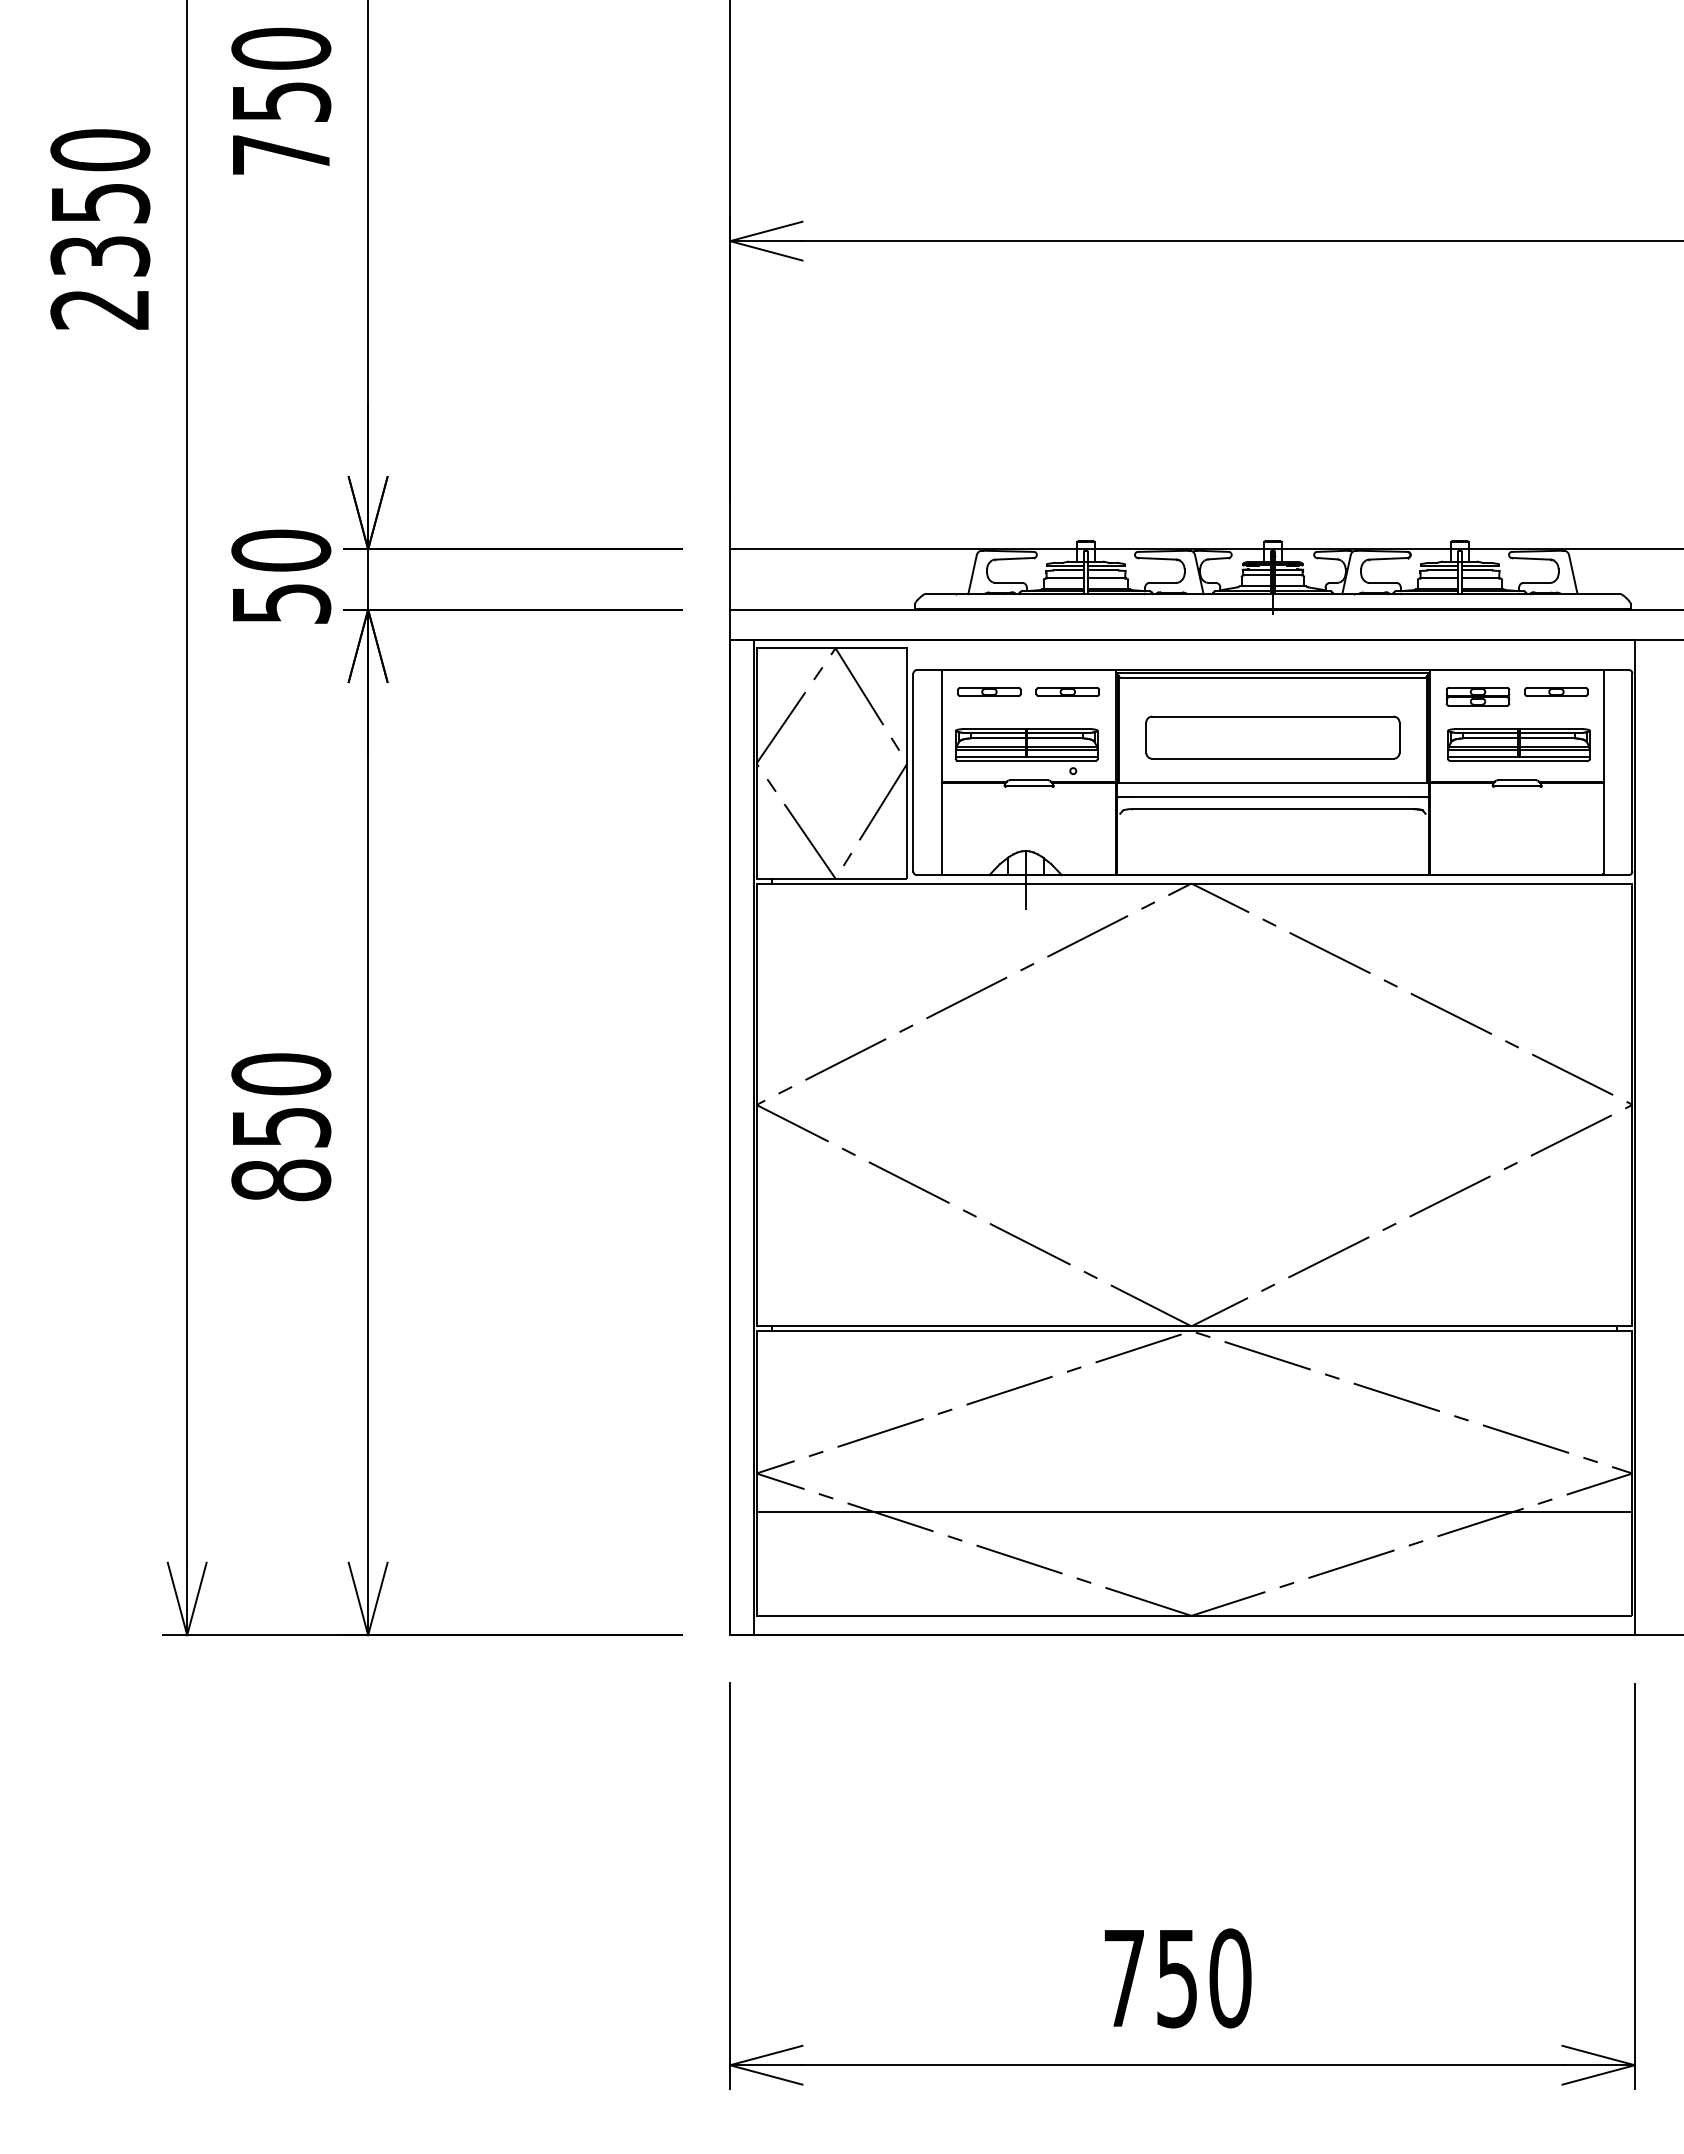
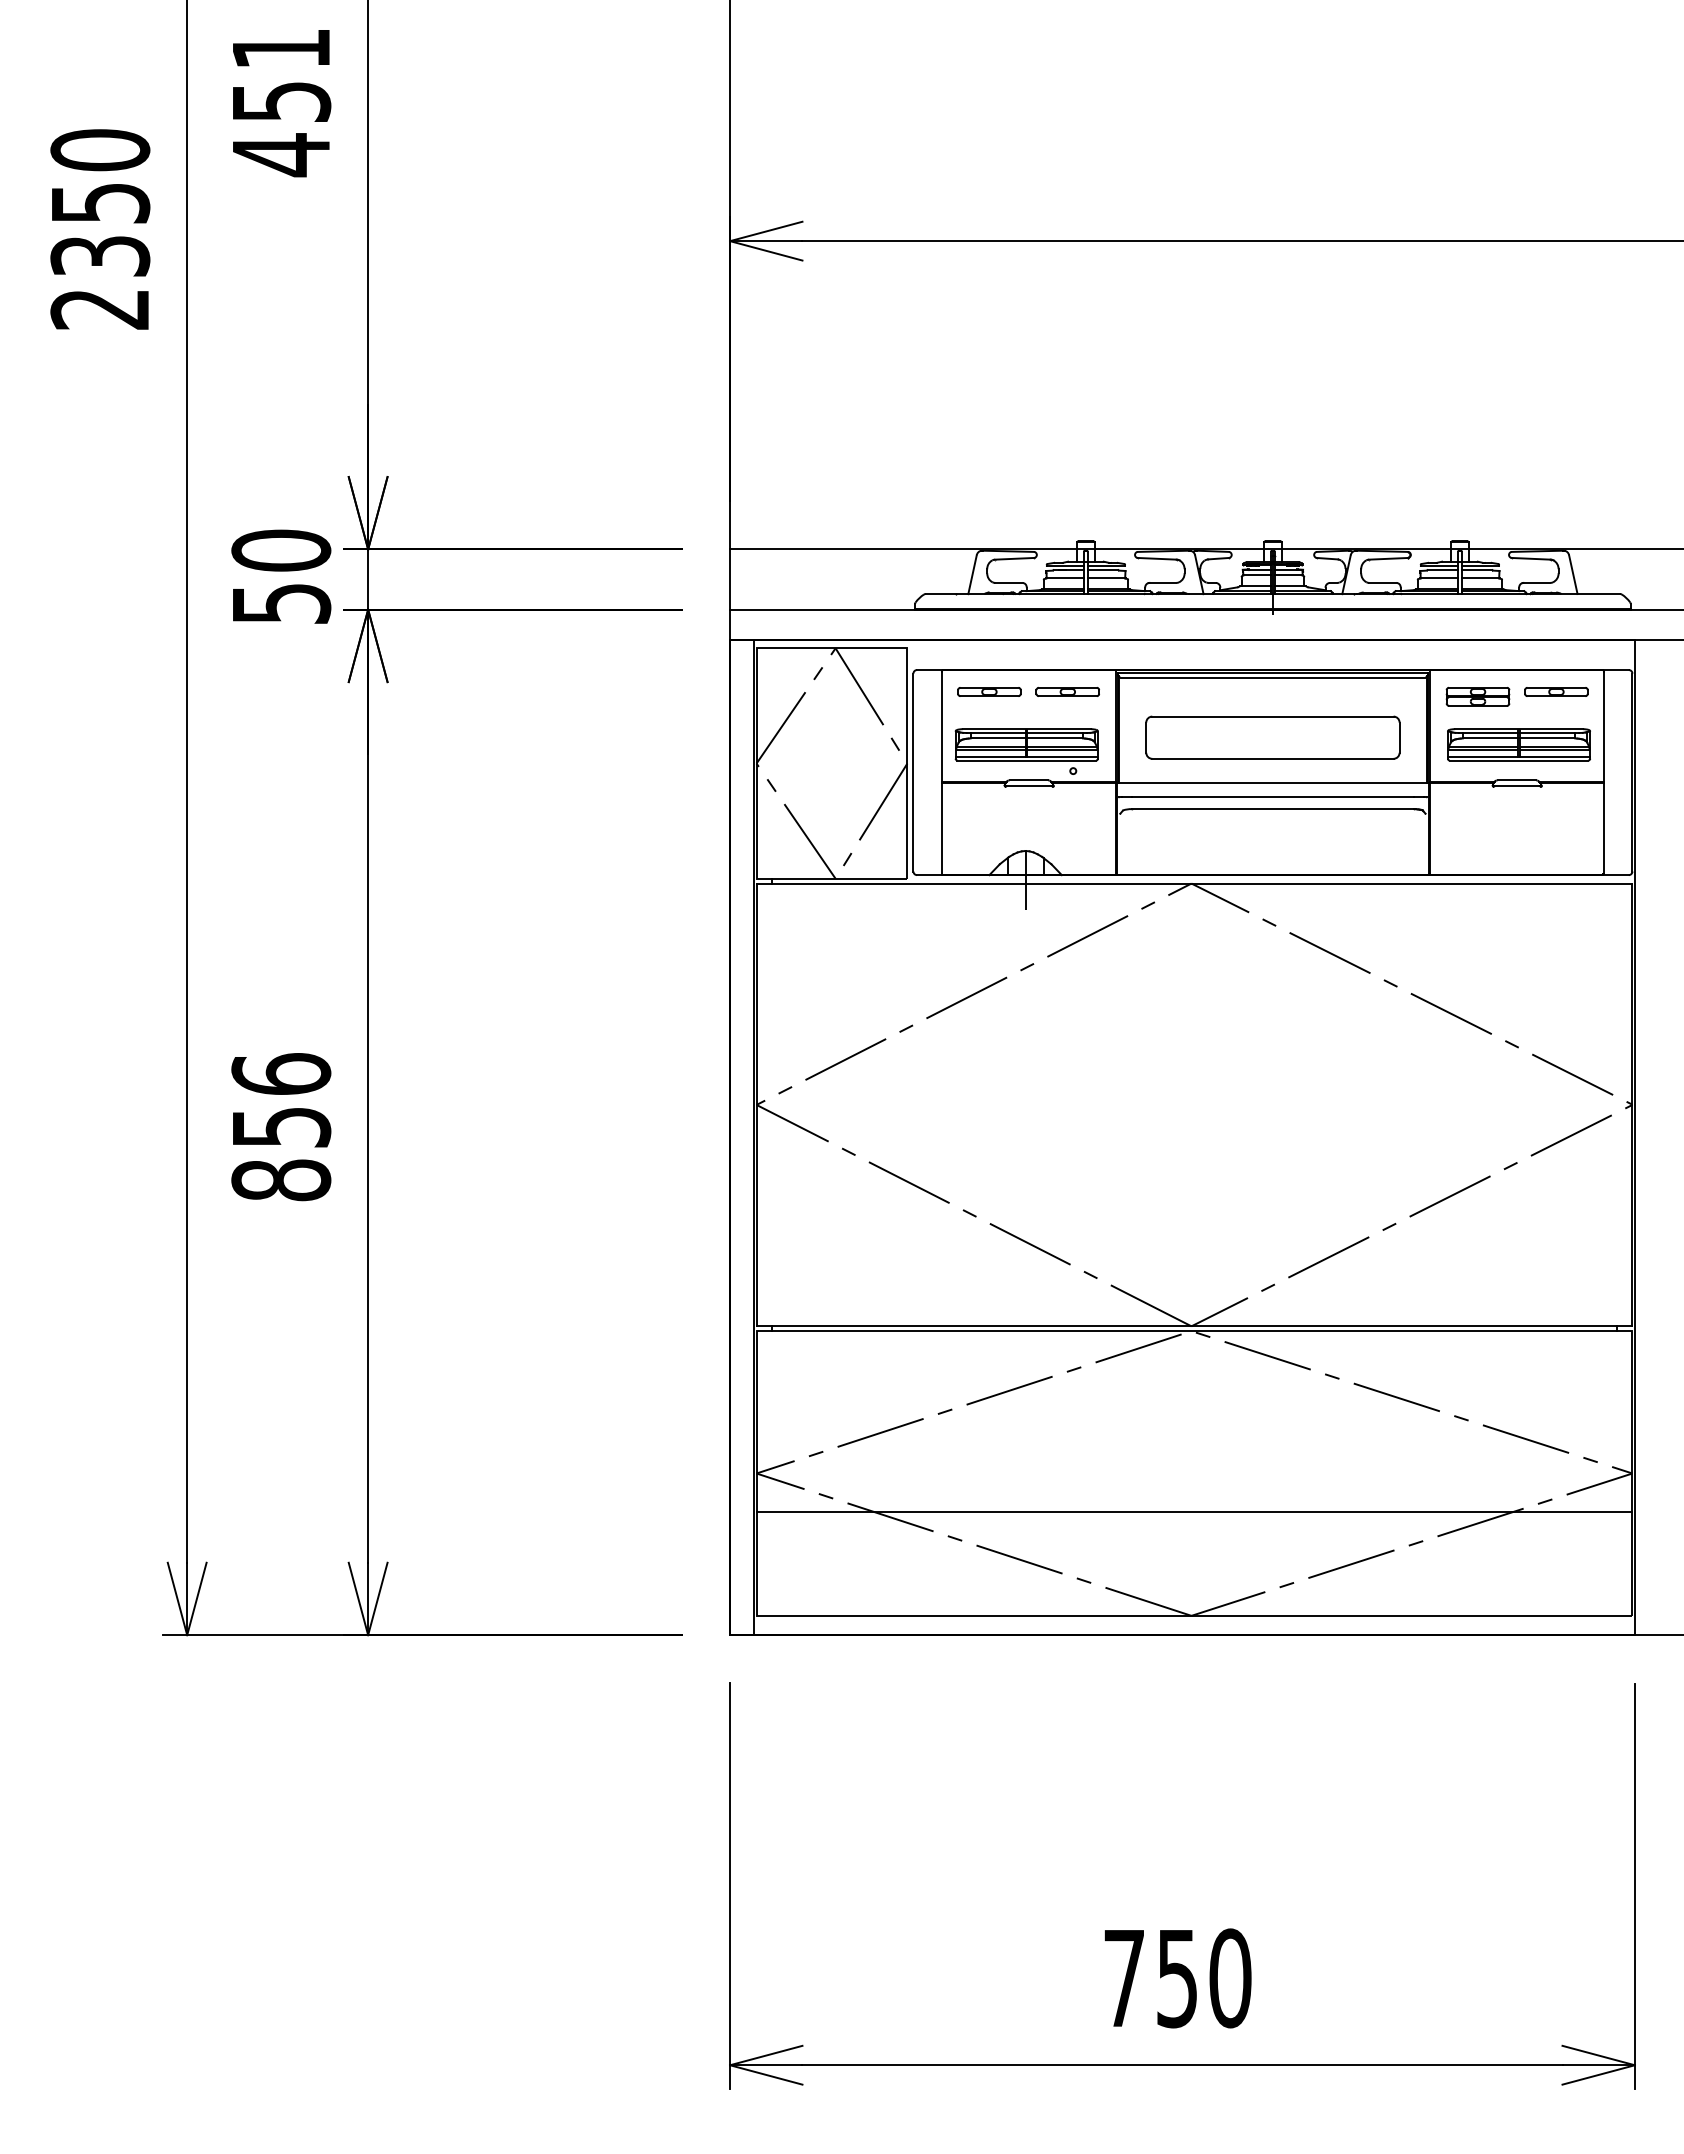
text at (281, 102): 750 -> 451
text at (281, 1074): 850 -> 856
